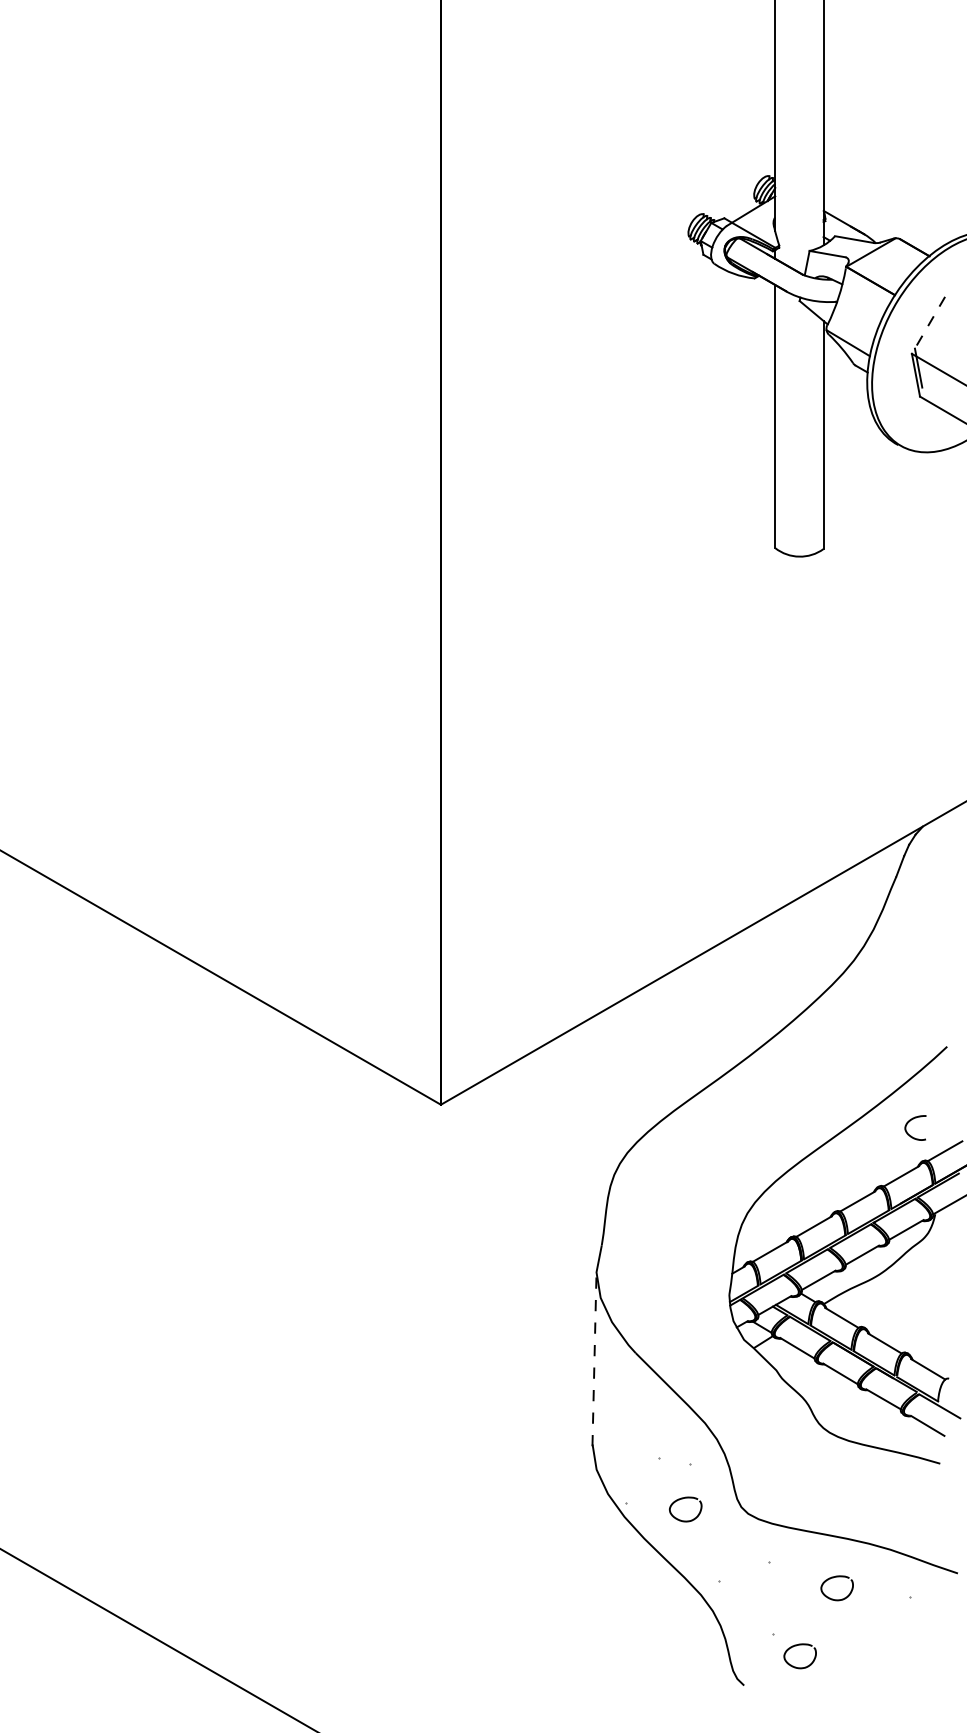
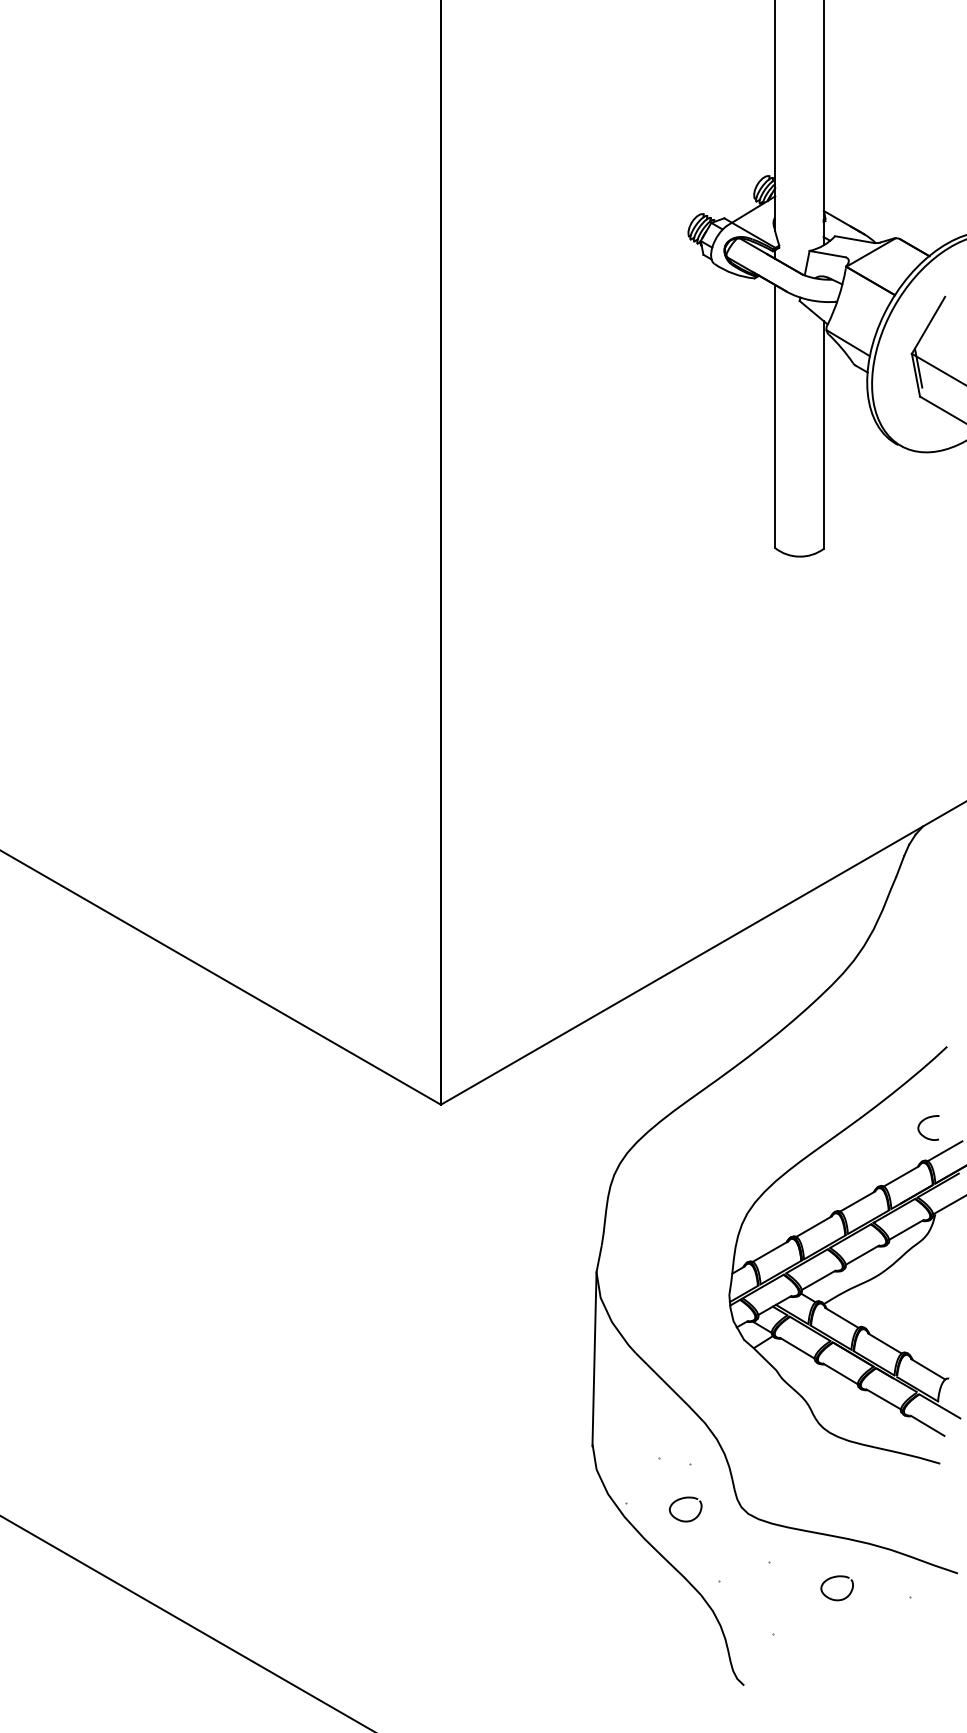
line at (928, 325): dashed -> solid
curve at (910, 1121) position: (910, 1121) -> (923, 1121)
line at (594, 1359): dashed -> solid
line at (157, 1639) position: (157, 1639) -> (186, 1623)
curve at (796, 1646): present -> none
